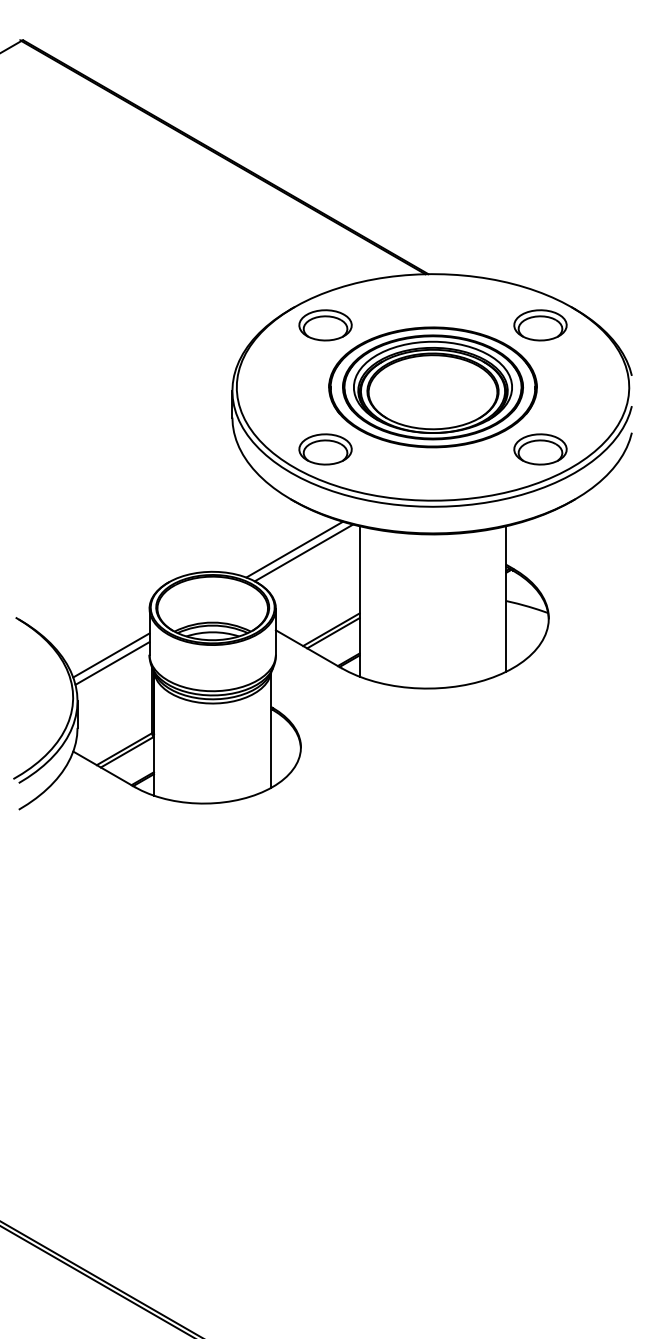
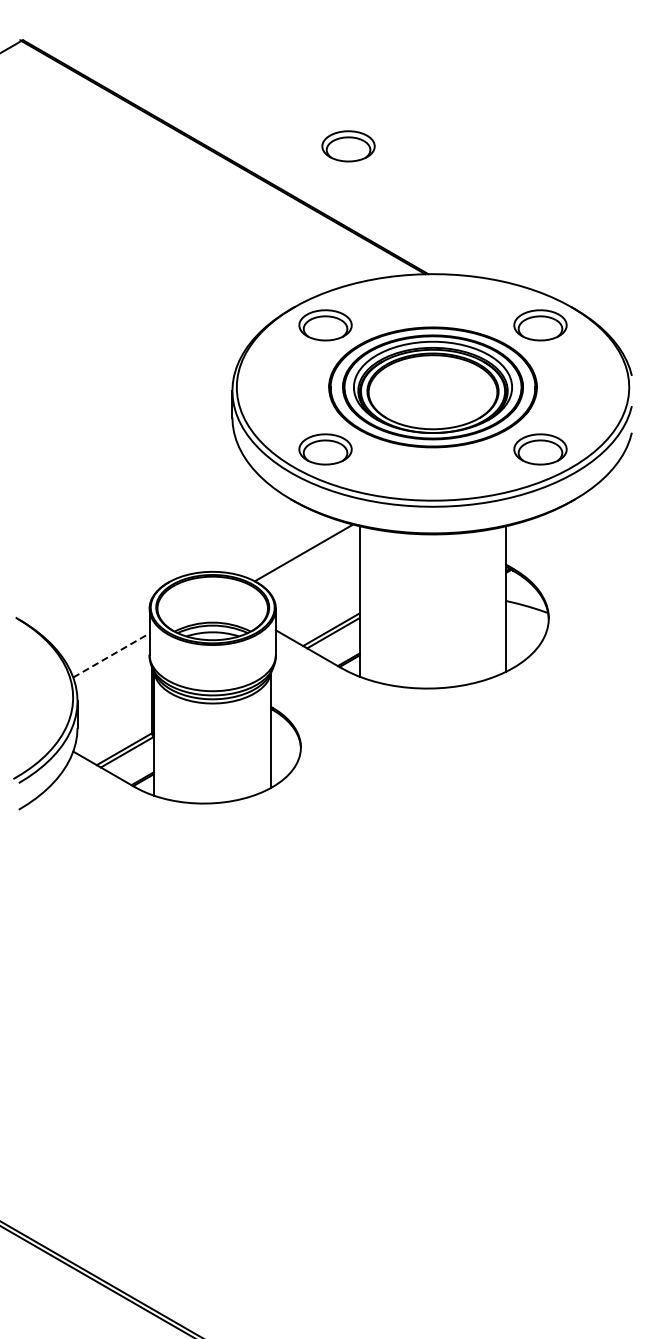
part at (348, 146): none -> present
line at (294, 549): present -> none
line at (111, 655): solid -> dashed
line at (112, 663): present -> none
